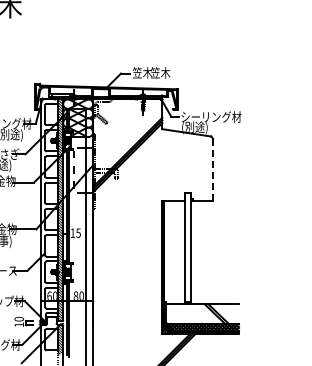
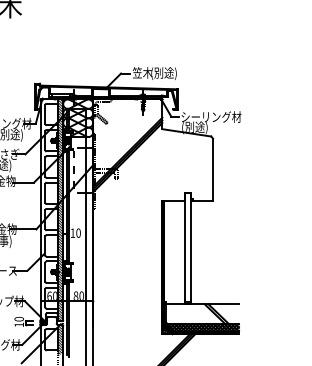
text at (163, 73): 笠木 -> (別途)
line at (213, 169): dashed -> solid
text at (78, 232): 15 -> 10
